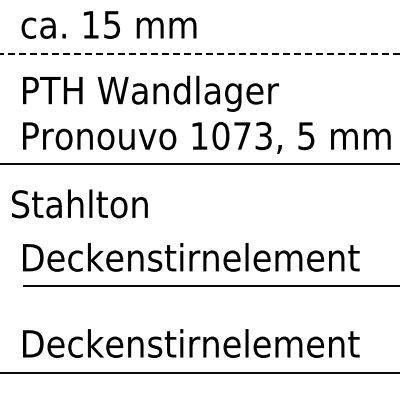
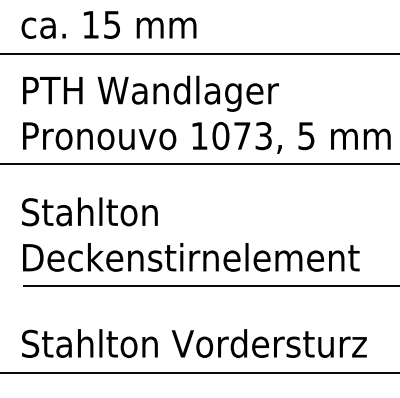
line at (199, 53): dashed -> solid
text at (79, 203) position: (79, 203) -> (89, 211)
text at (194, 343): Deckenstirnelement -> Stahlton Vordersturz
